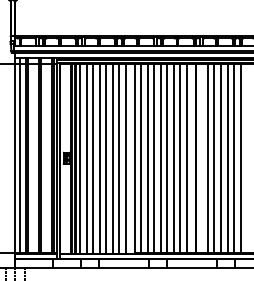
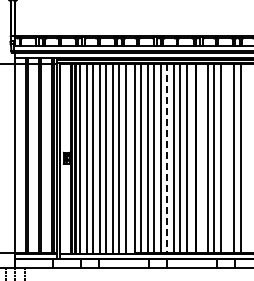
line at (20, 155): present -> none
line at (167, 158): solid -> dashed
line at (227, 158): present -> none
